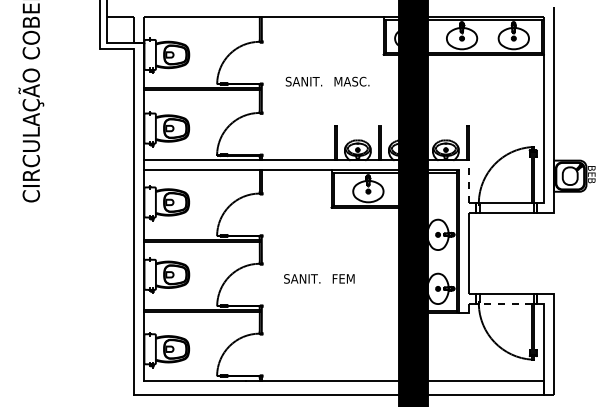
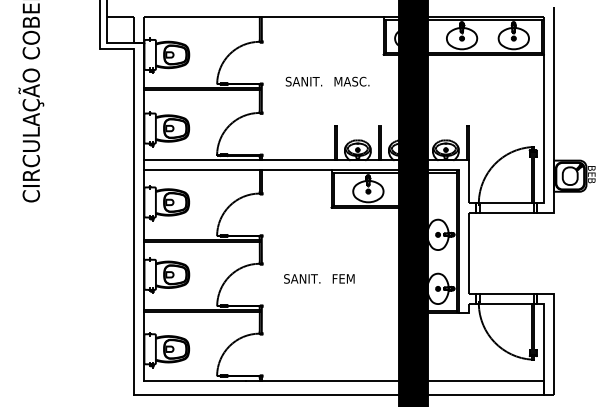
line at (469, 180): dashed -> solid
line at (505, 304): dashed -> solid
